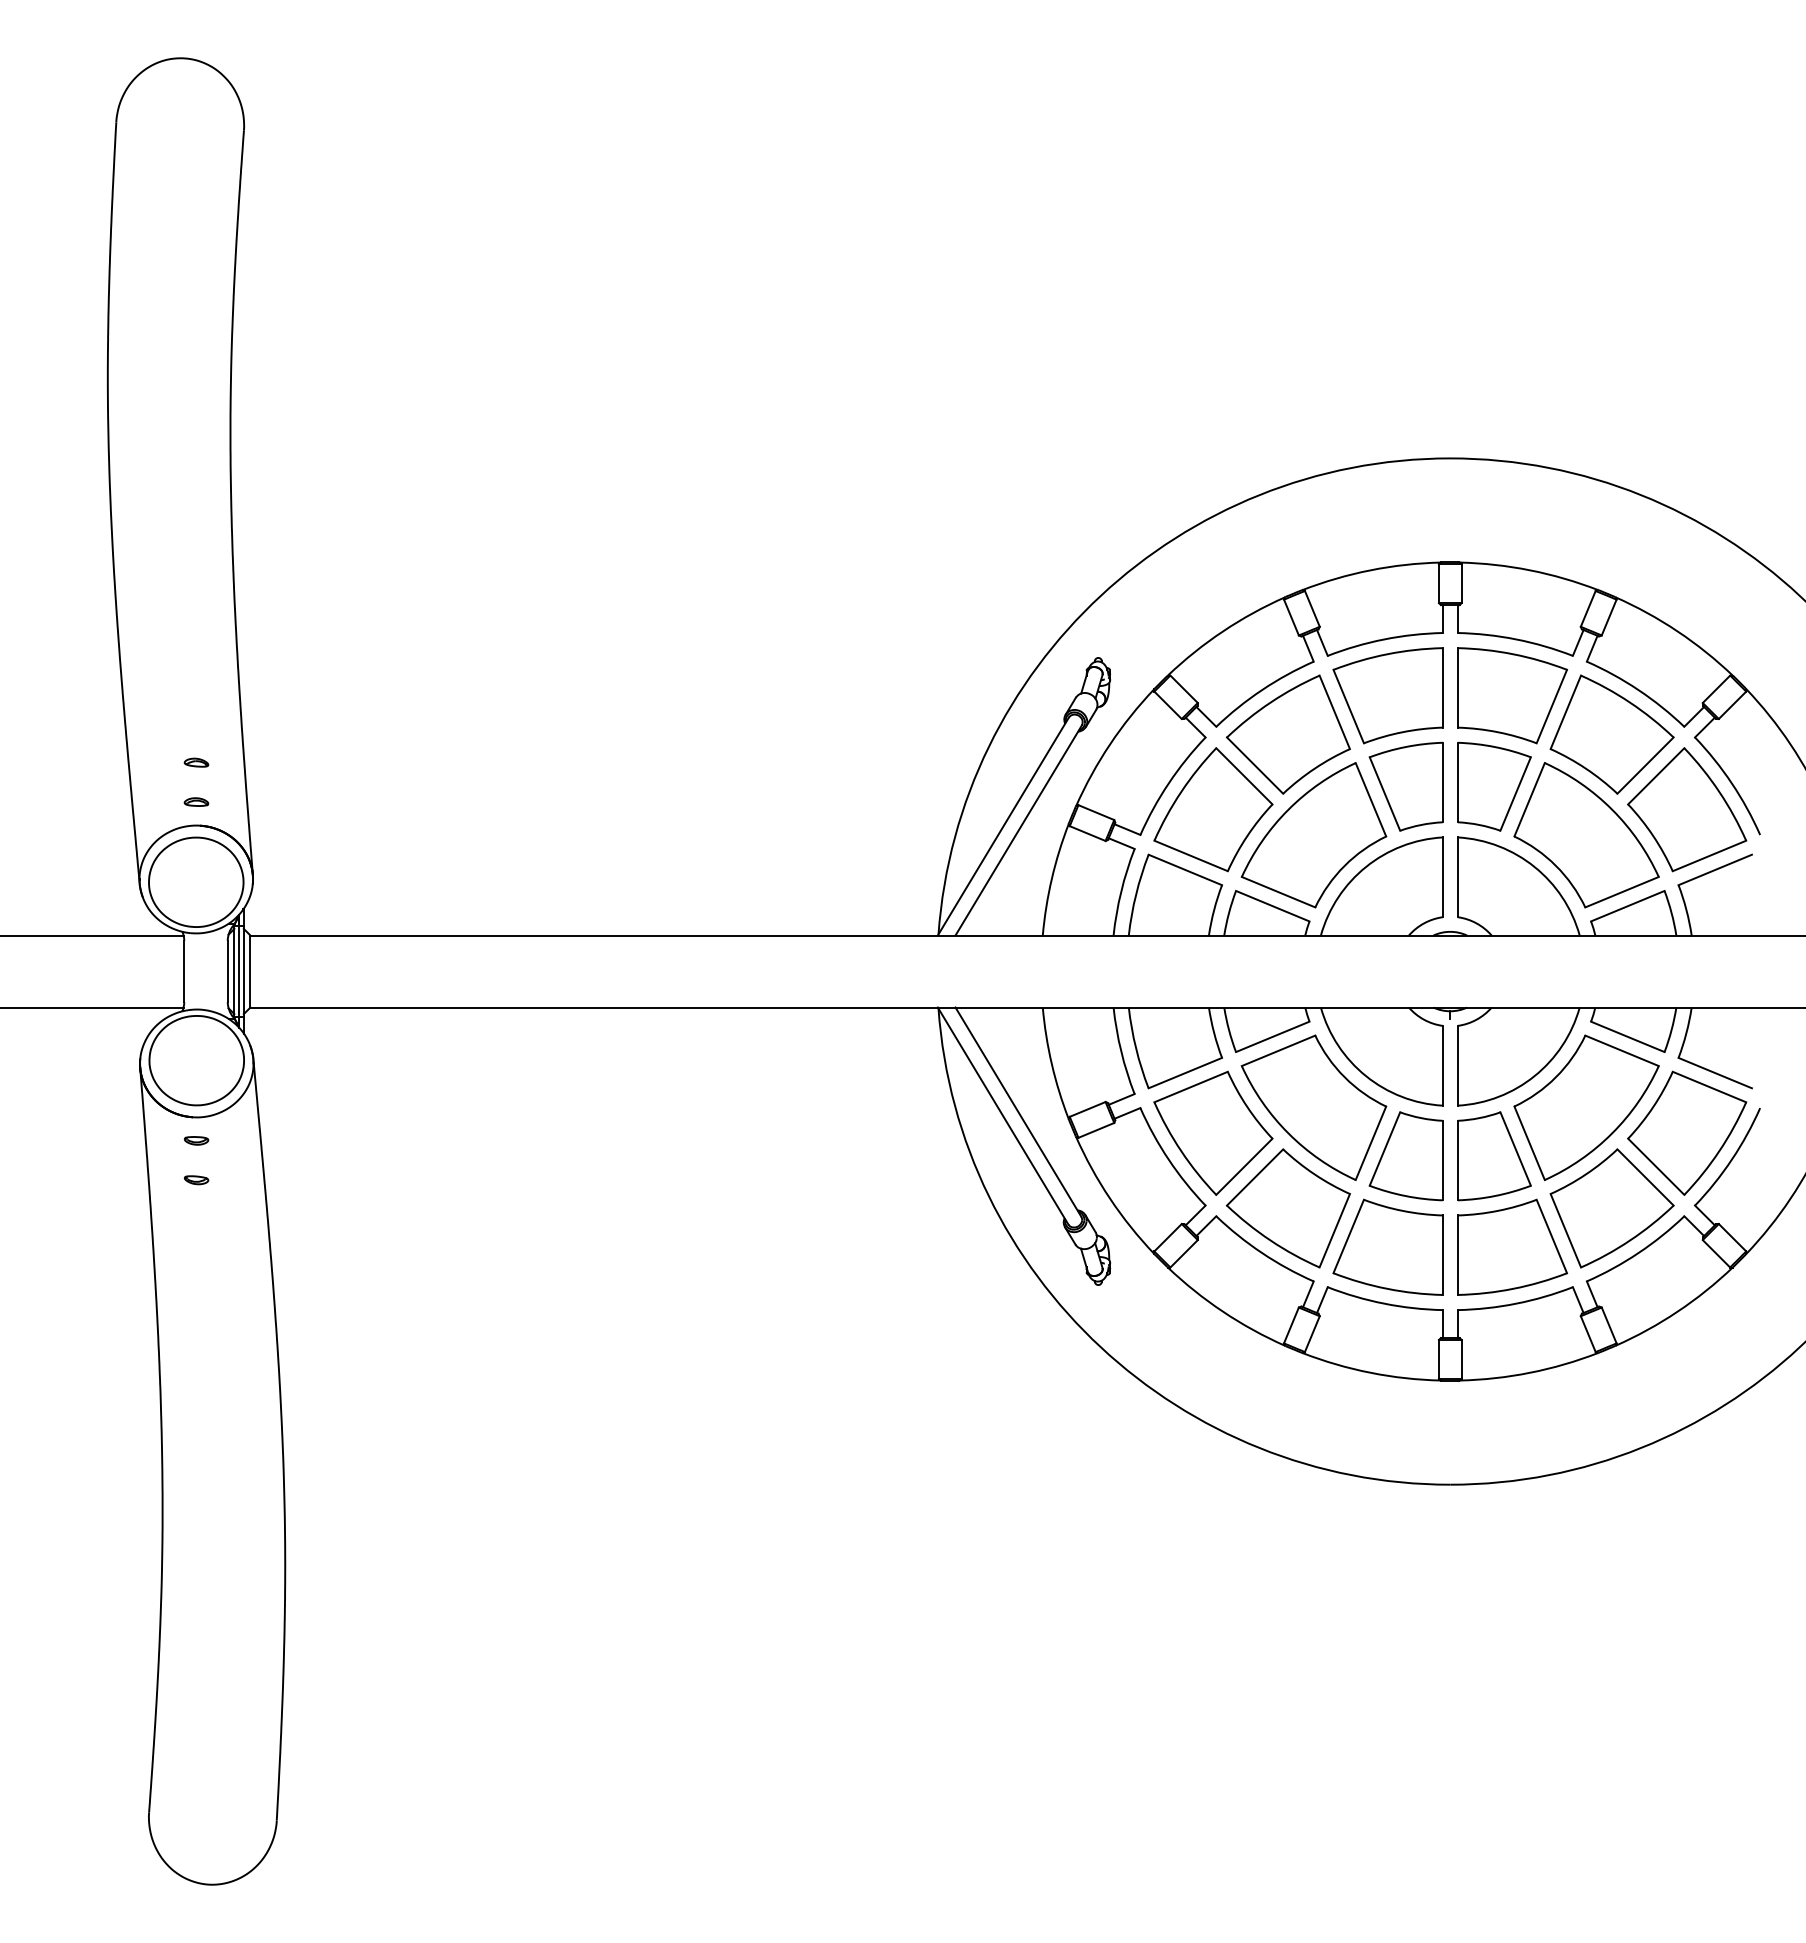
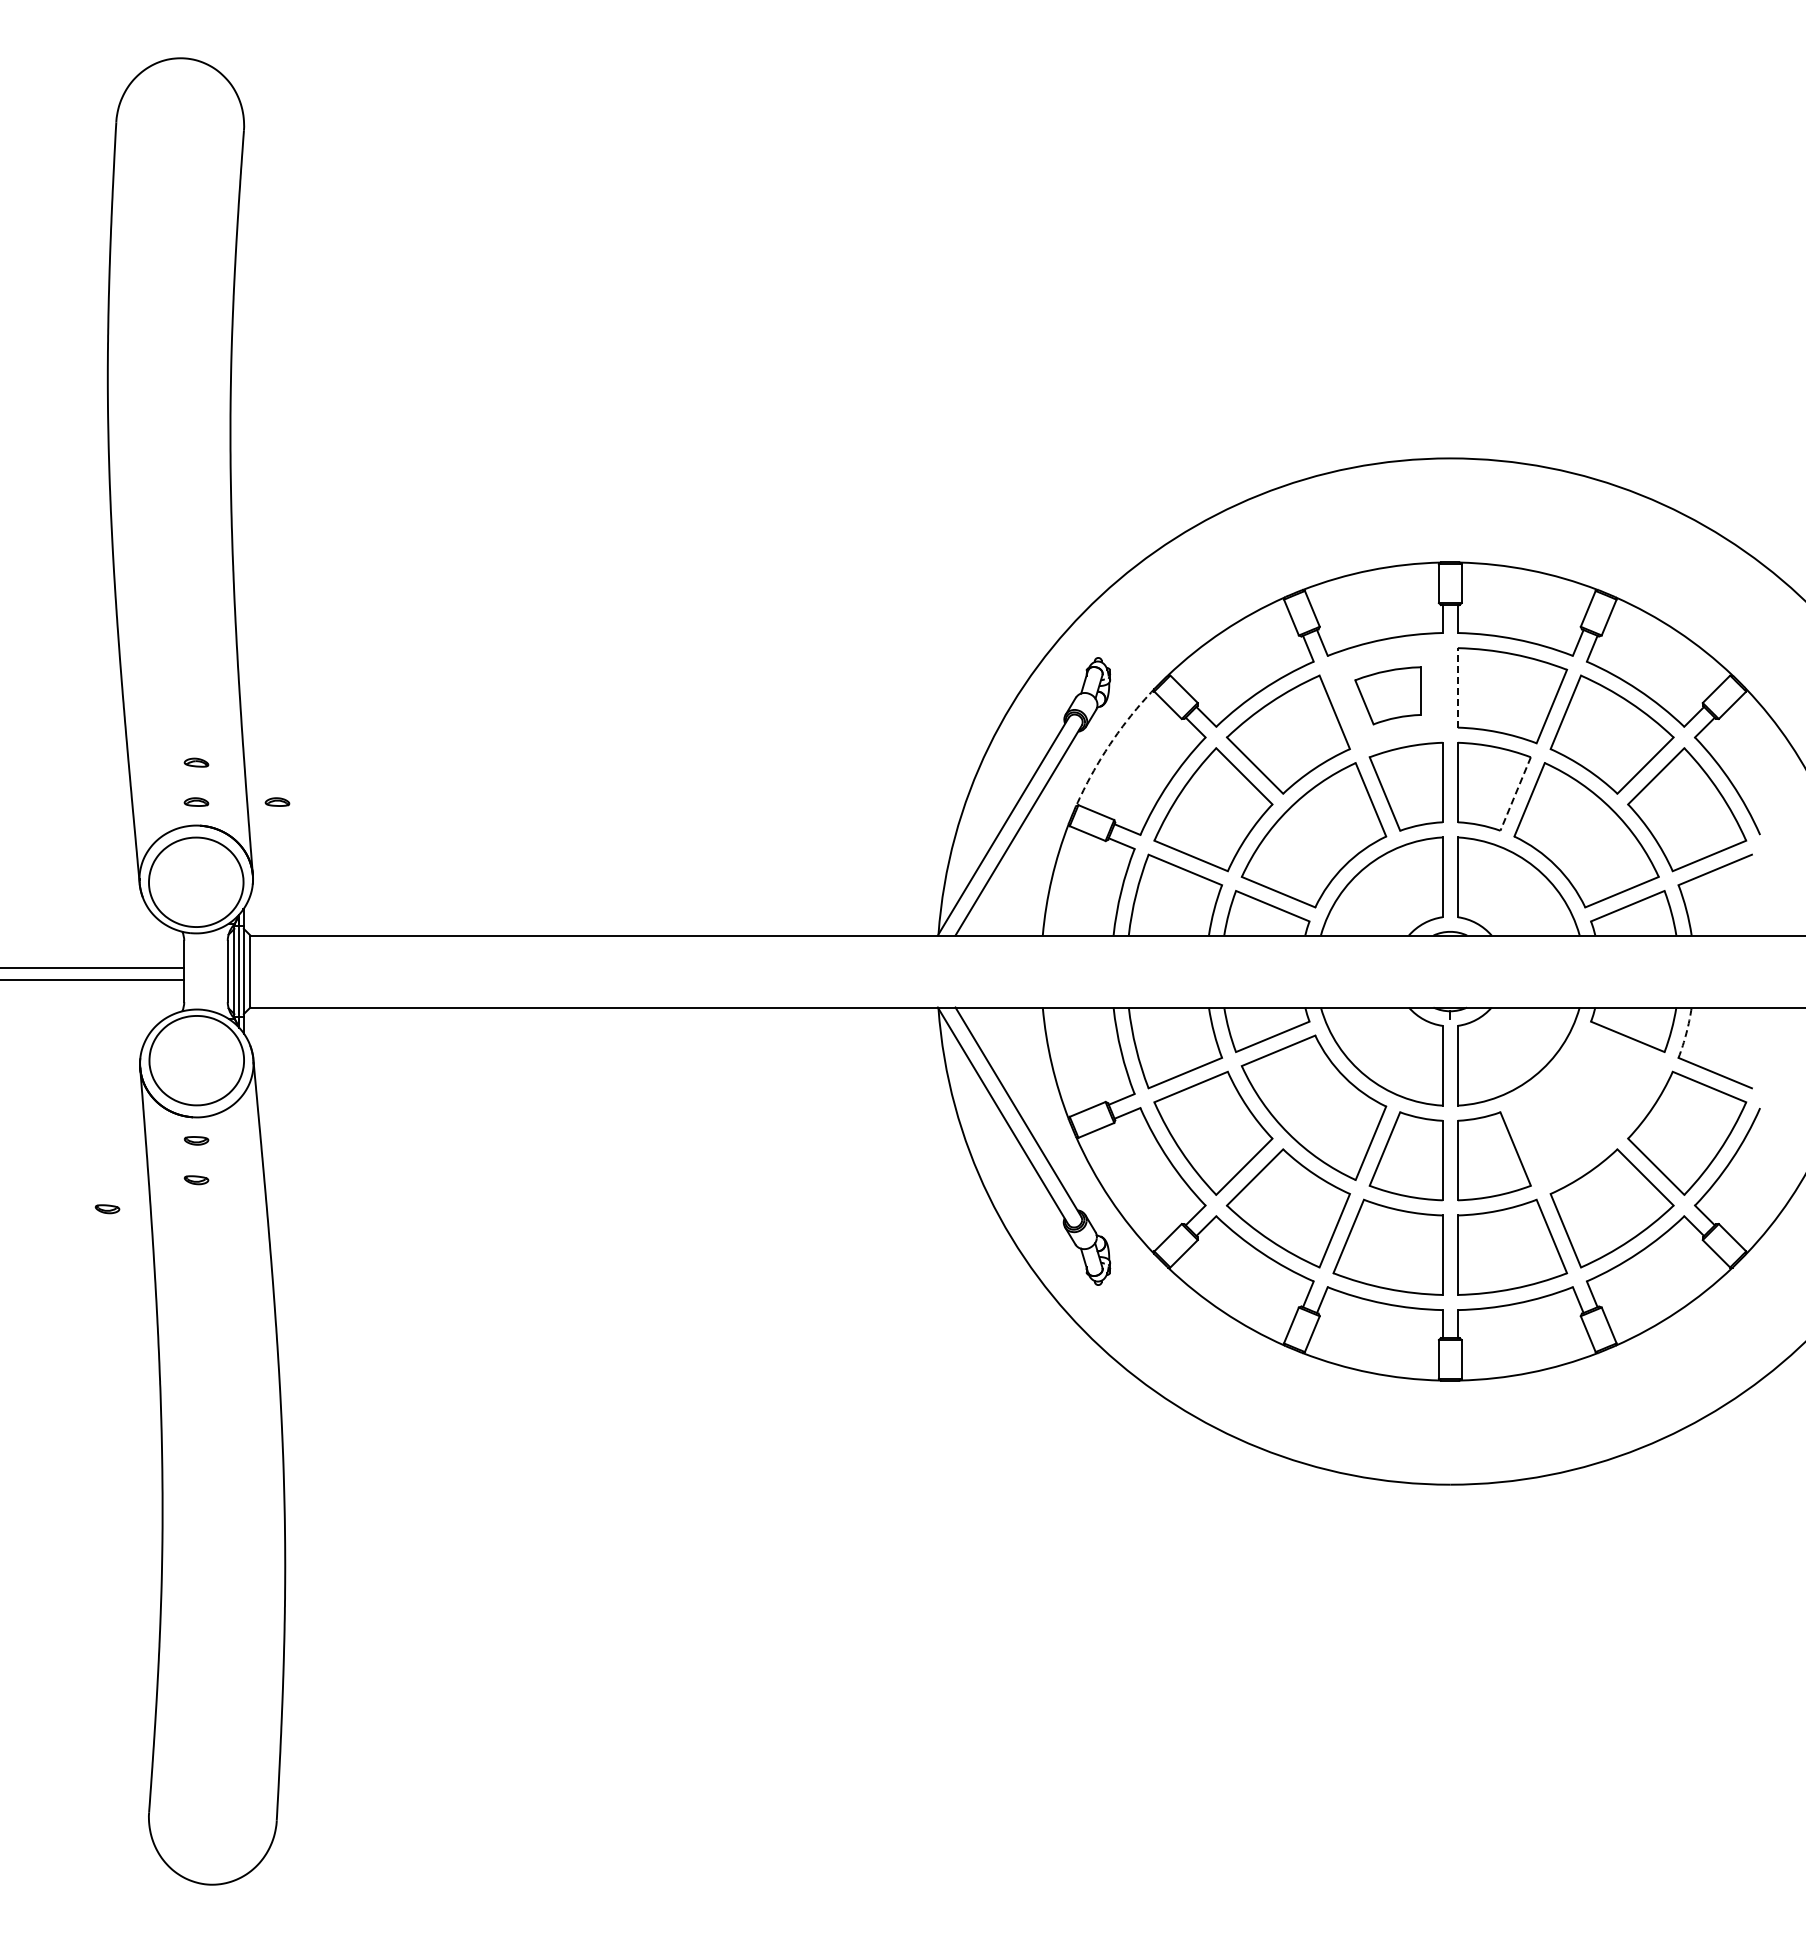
line at (1457, 687): solid -> dashed
part at (1387, 695) size: 112x98 px -> 68x60 px
arc at (1110, 744): solid -> dashed
line at (1515, 793): solid -> dashed
part at (277, 801): none -> present
line at (92, 935) position: (92, 935) -> (92, 967)
line at (92, 1007) position: (92, 1007) -> (92, 979)
arc at (1686, 1033): solid -> dashed
part at (1586, 1107): present -> none
part at (107, 1209): none -> present
